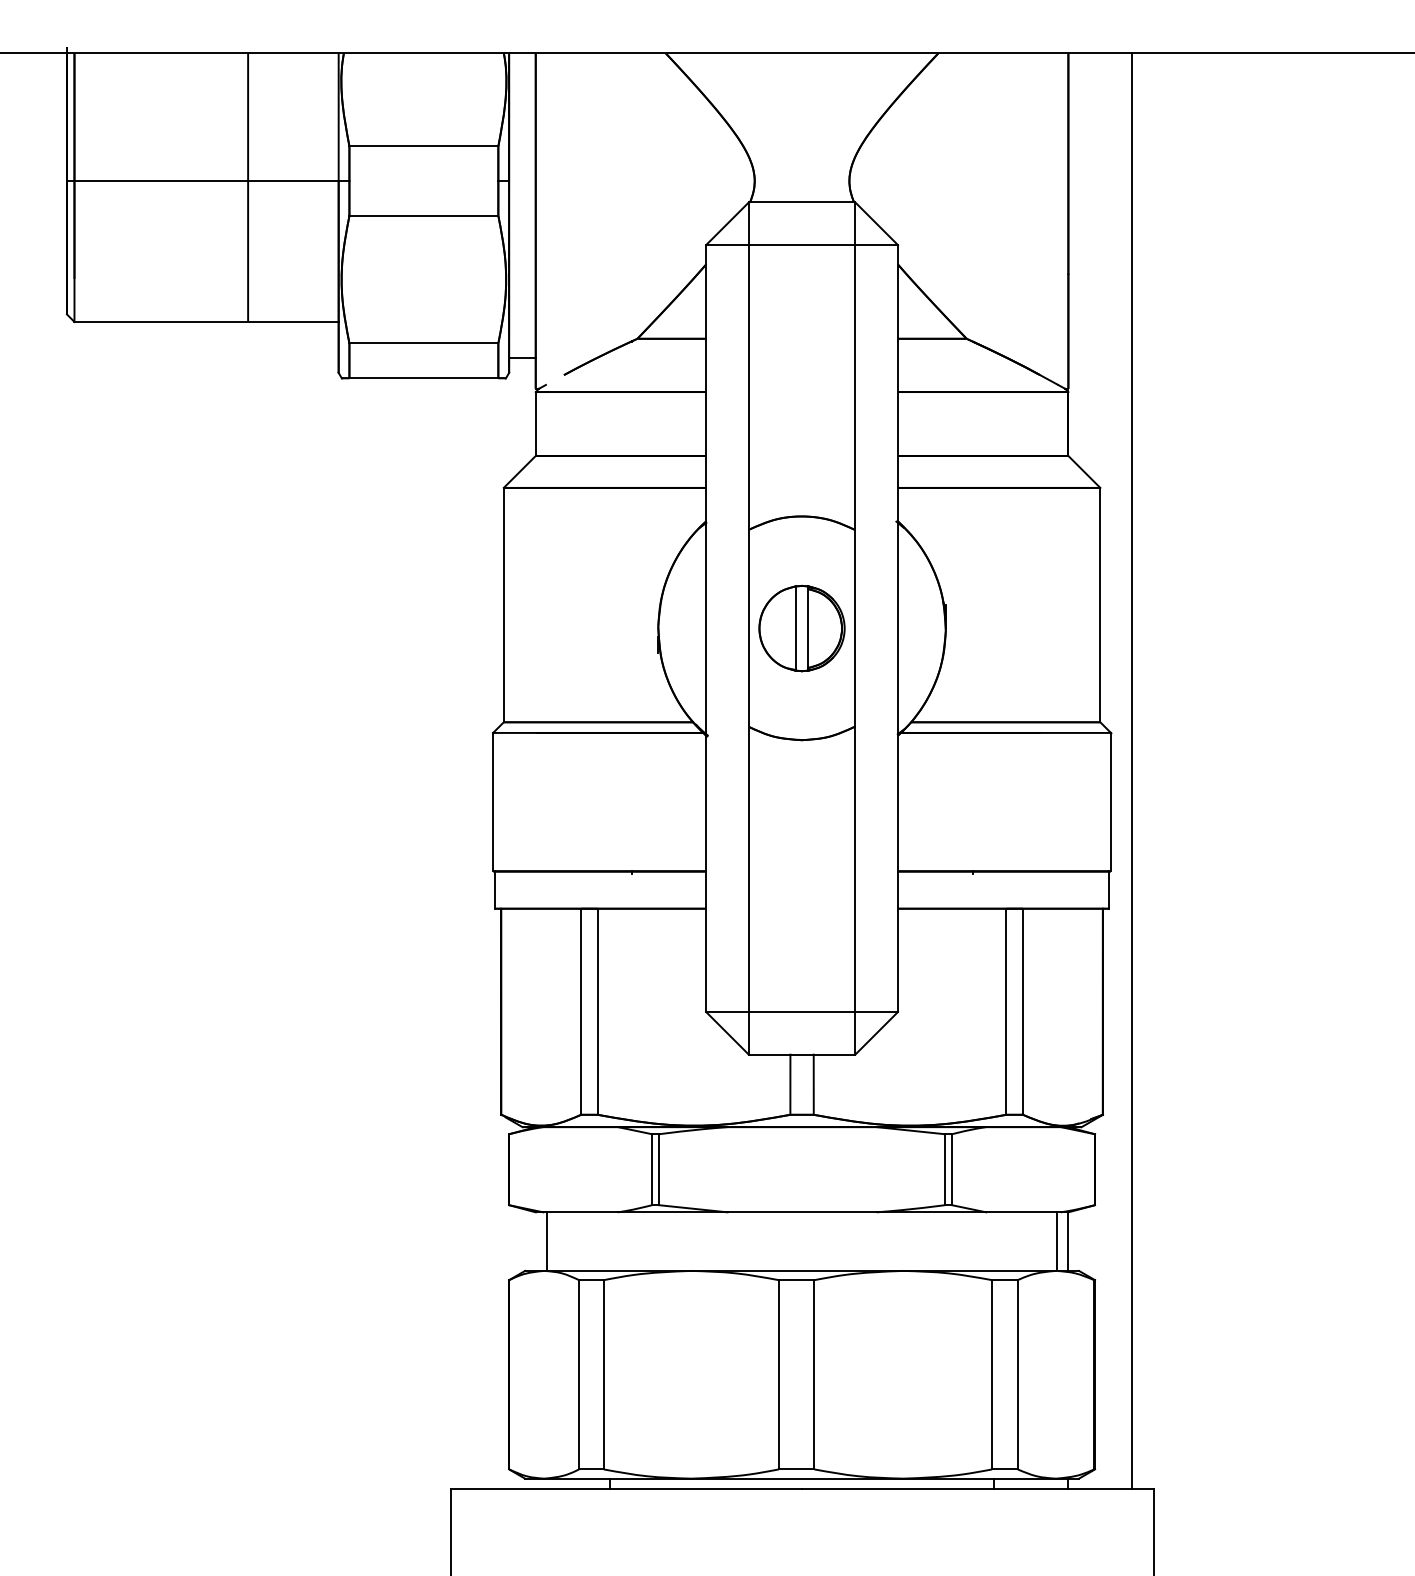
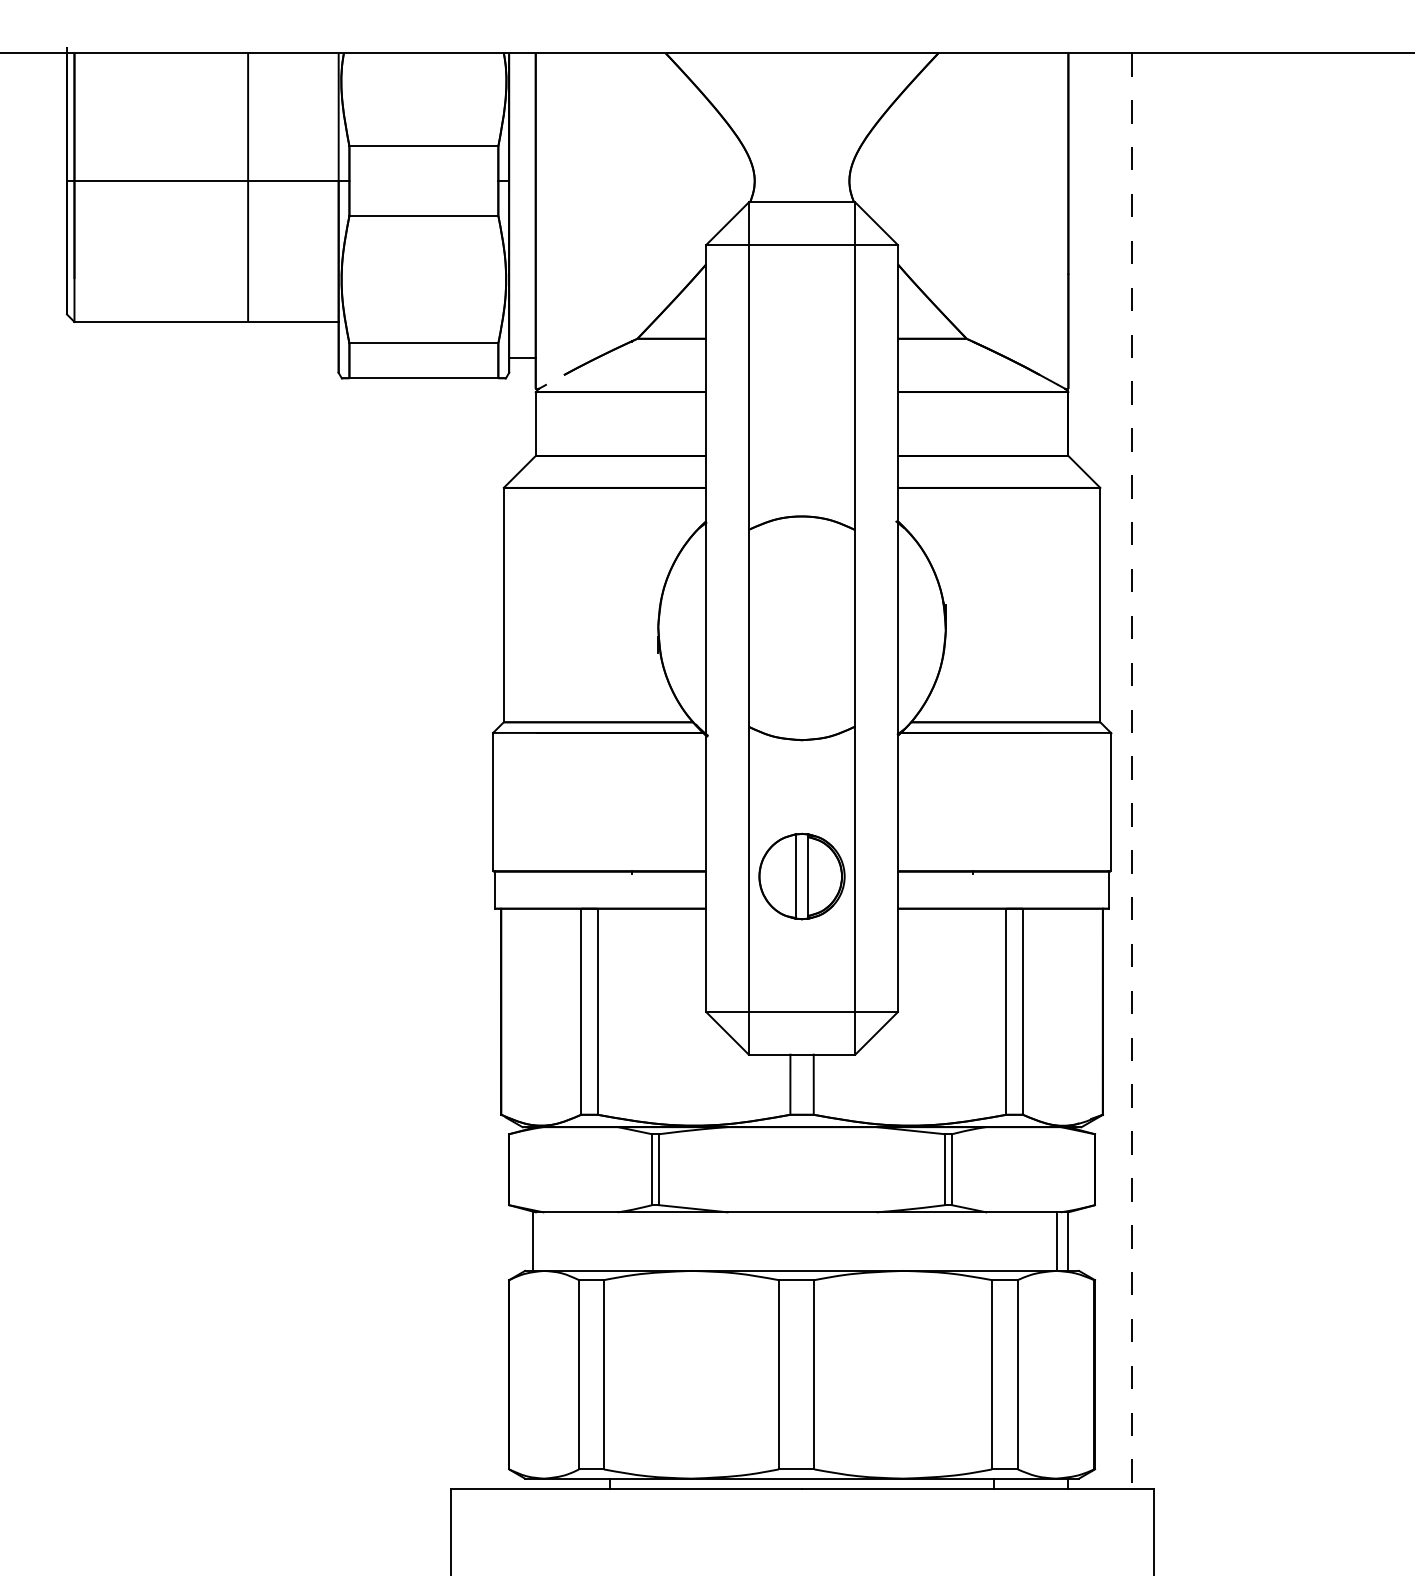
part at (801, 628) position: (801, 628) -> (801, 876)
line at (1132, 771): solid -> dashed
line at (547, 1241) position: (547, 1241) -> (533, 1241)
